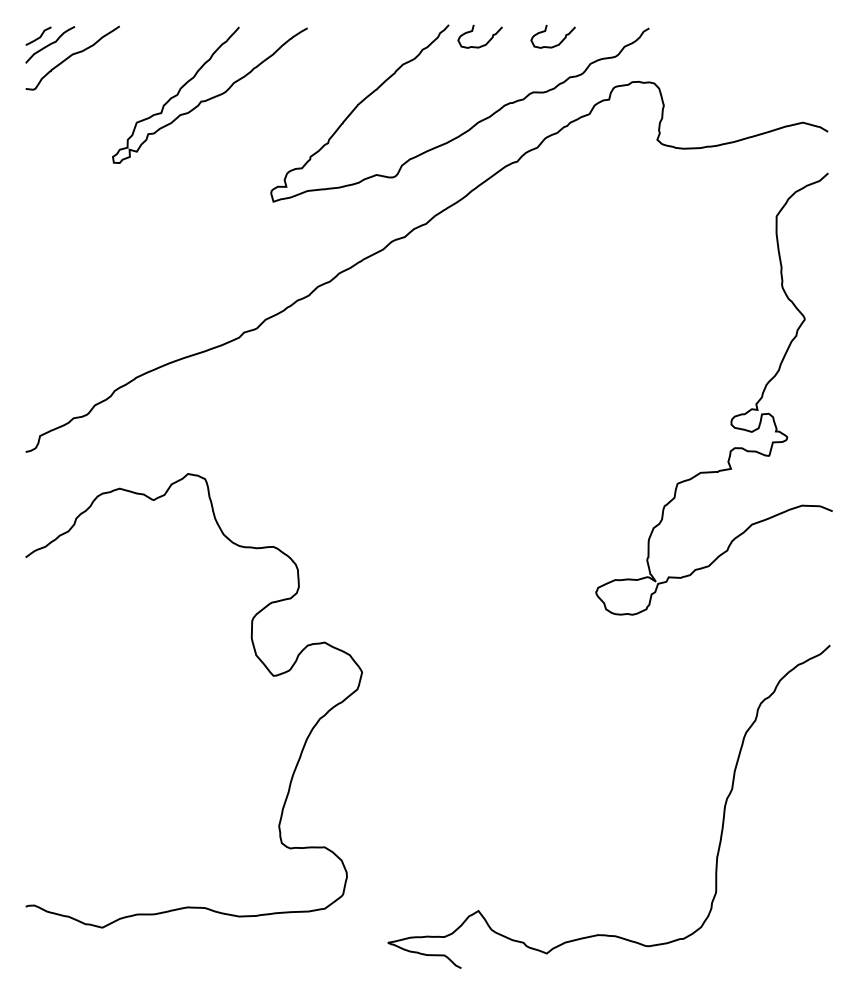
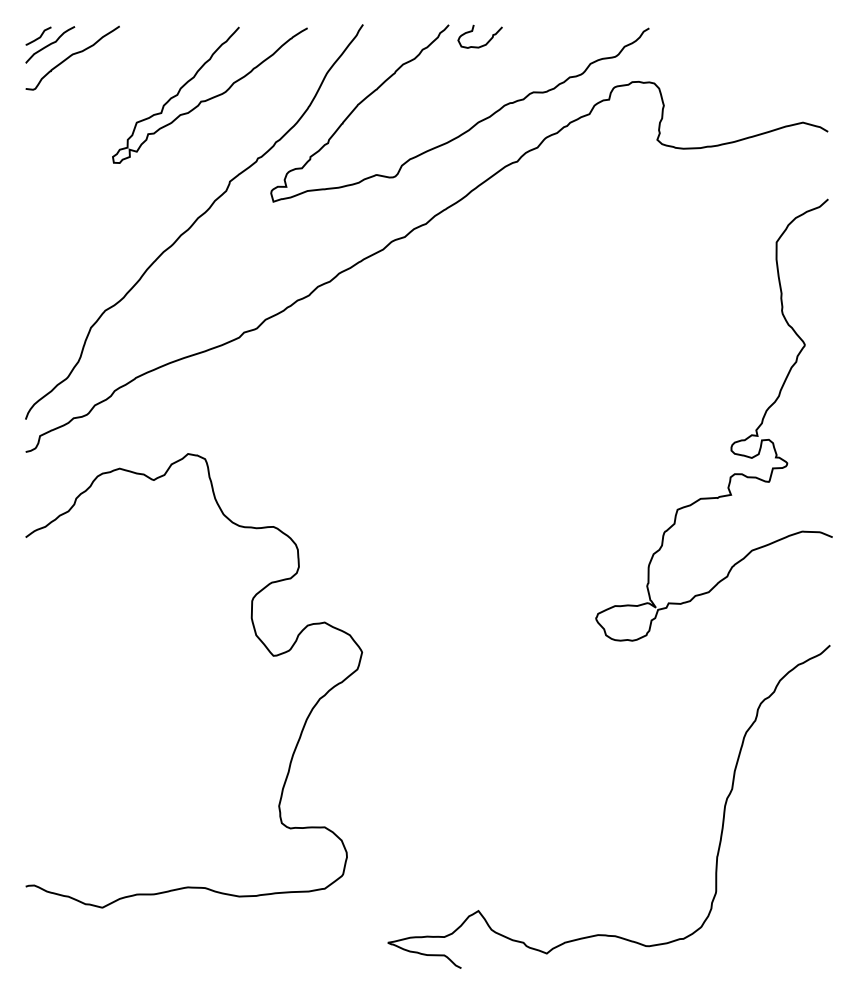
curve at (546, 30): present -> none
curve at (194, 221): none -> present
curve at (734, 415) position: (734, 415) -> (734, 441)
curve at (256, 657) position: (256, 657) -> (256, 637)
